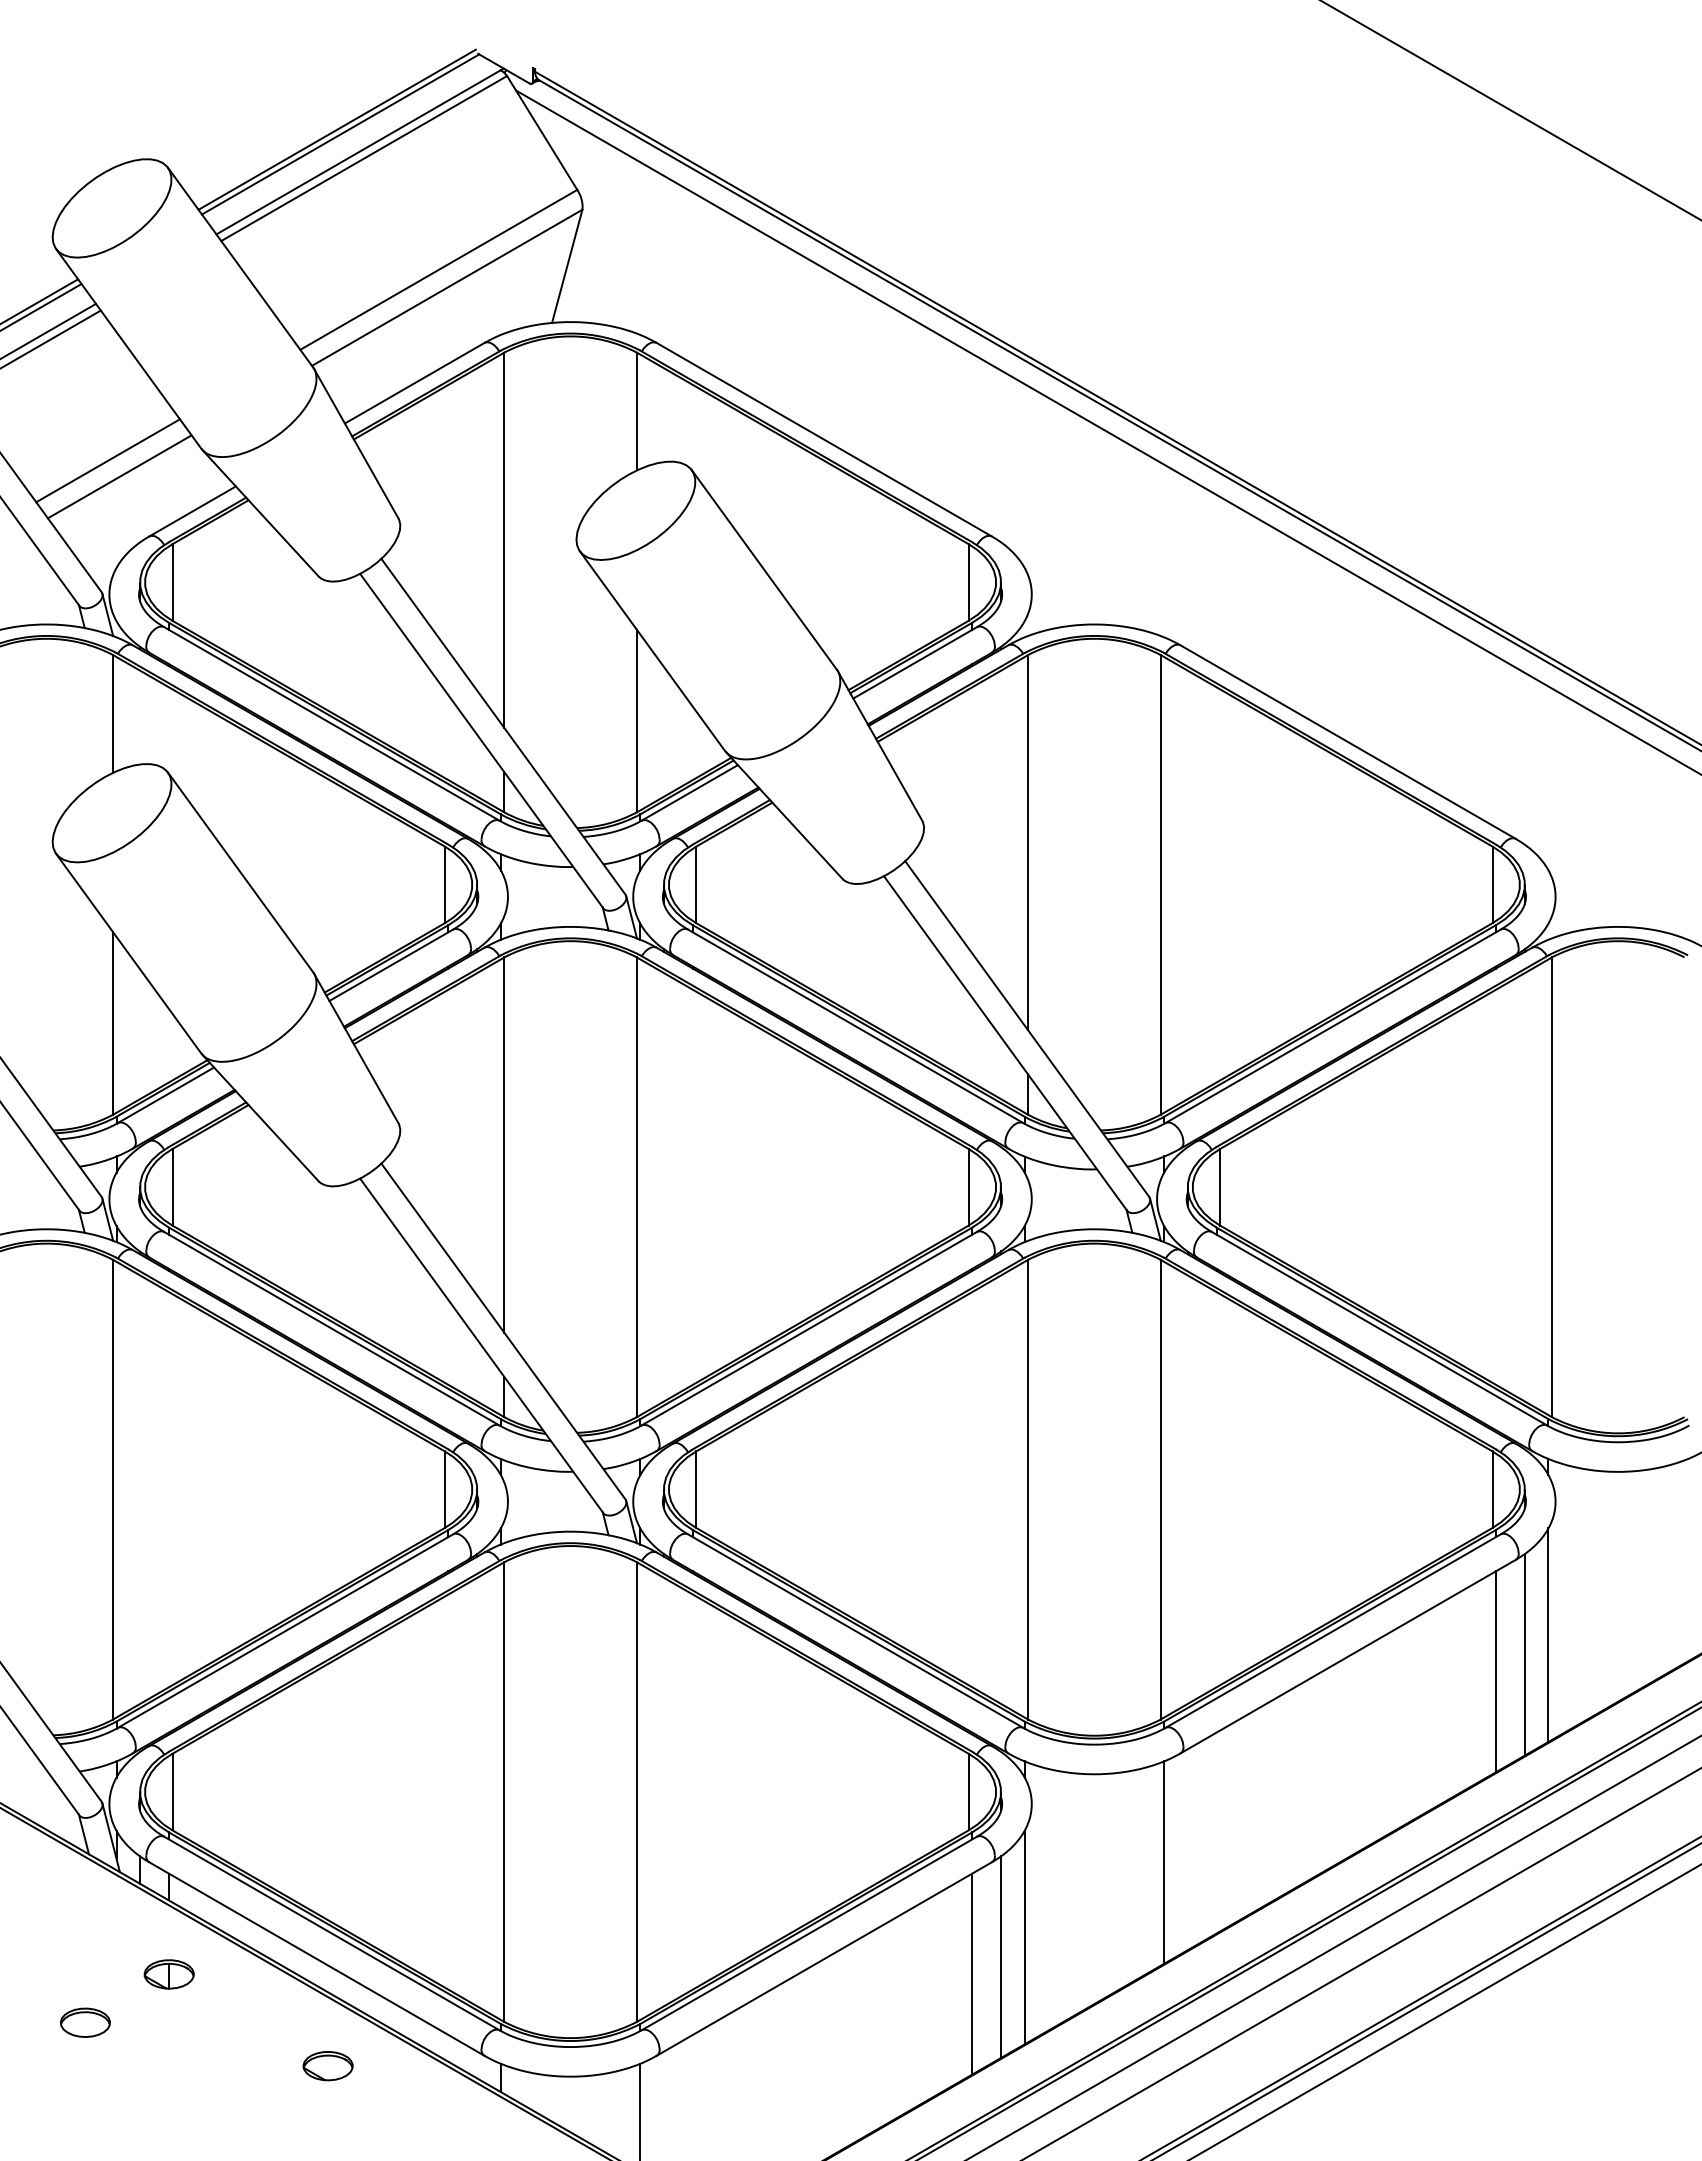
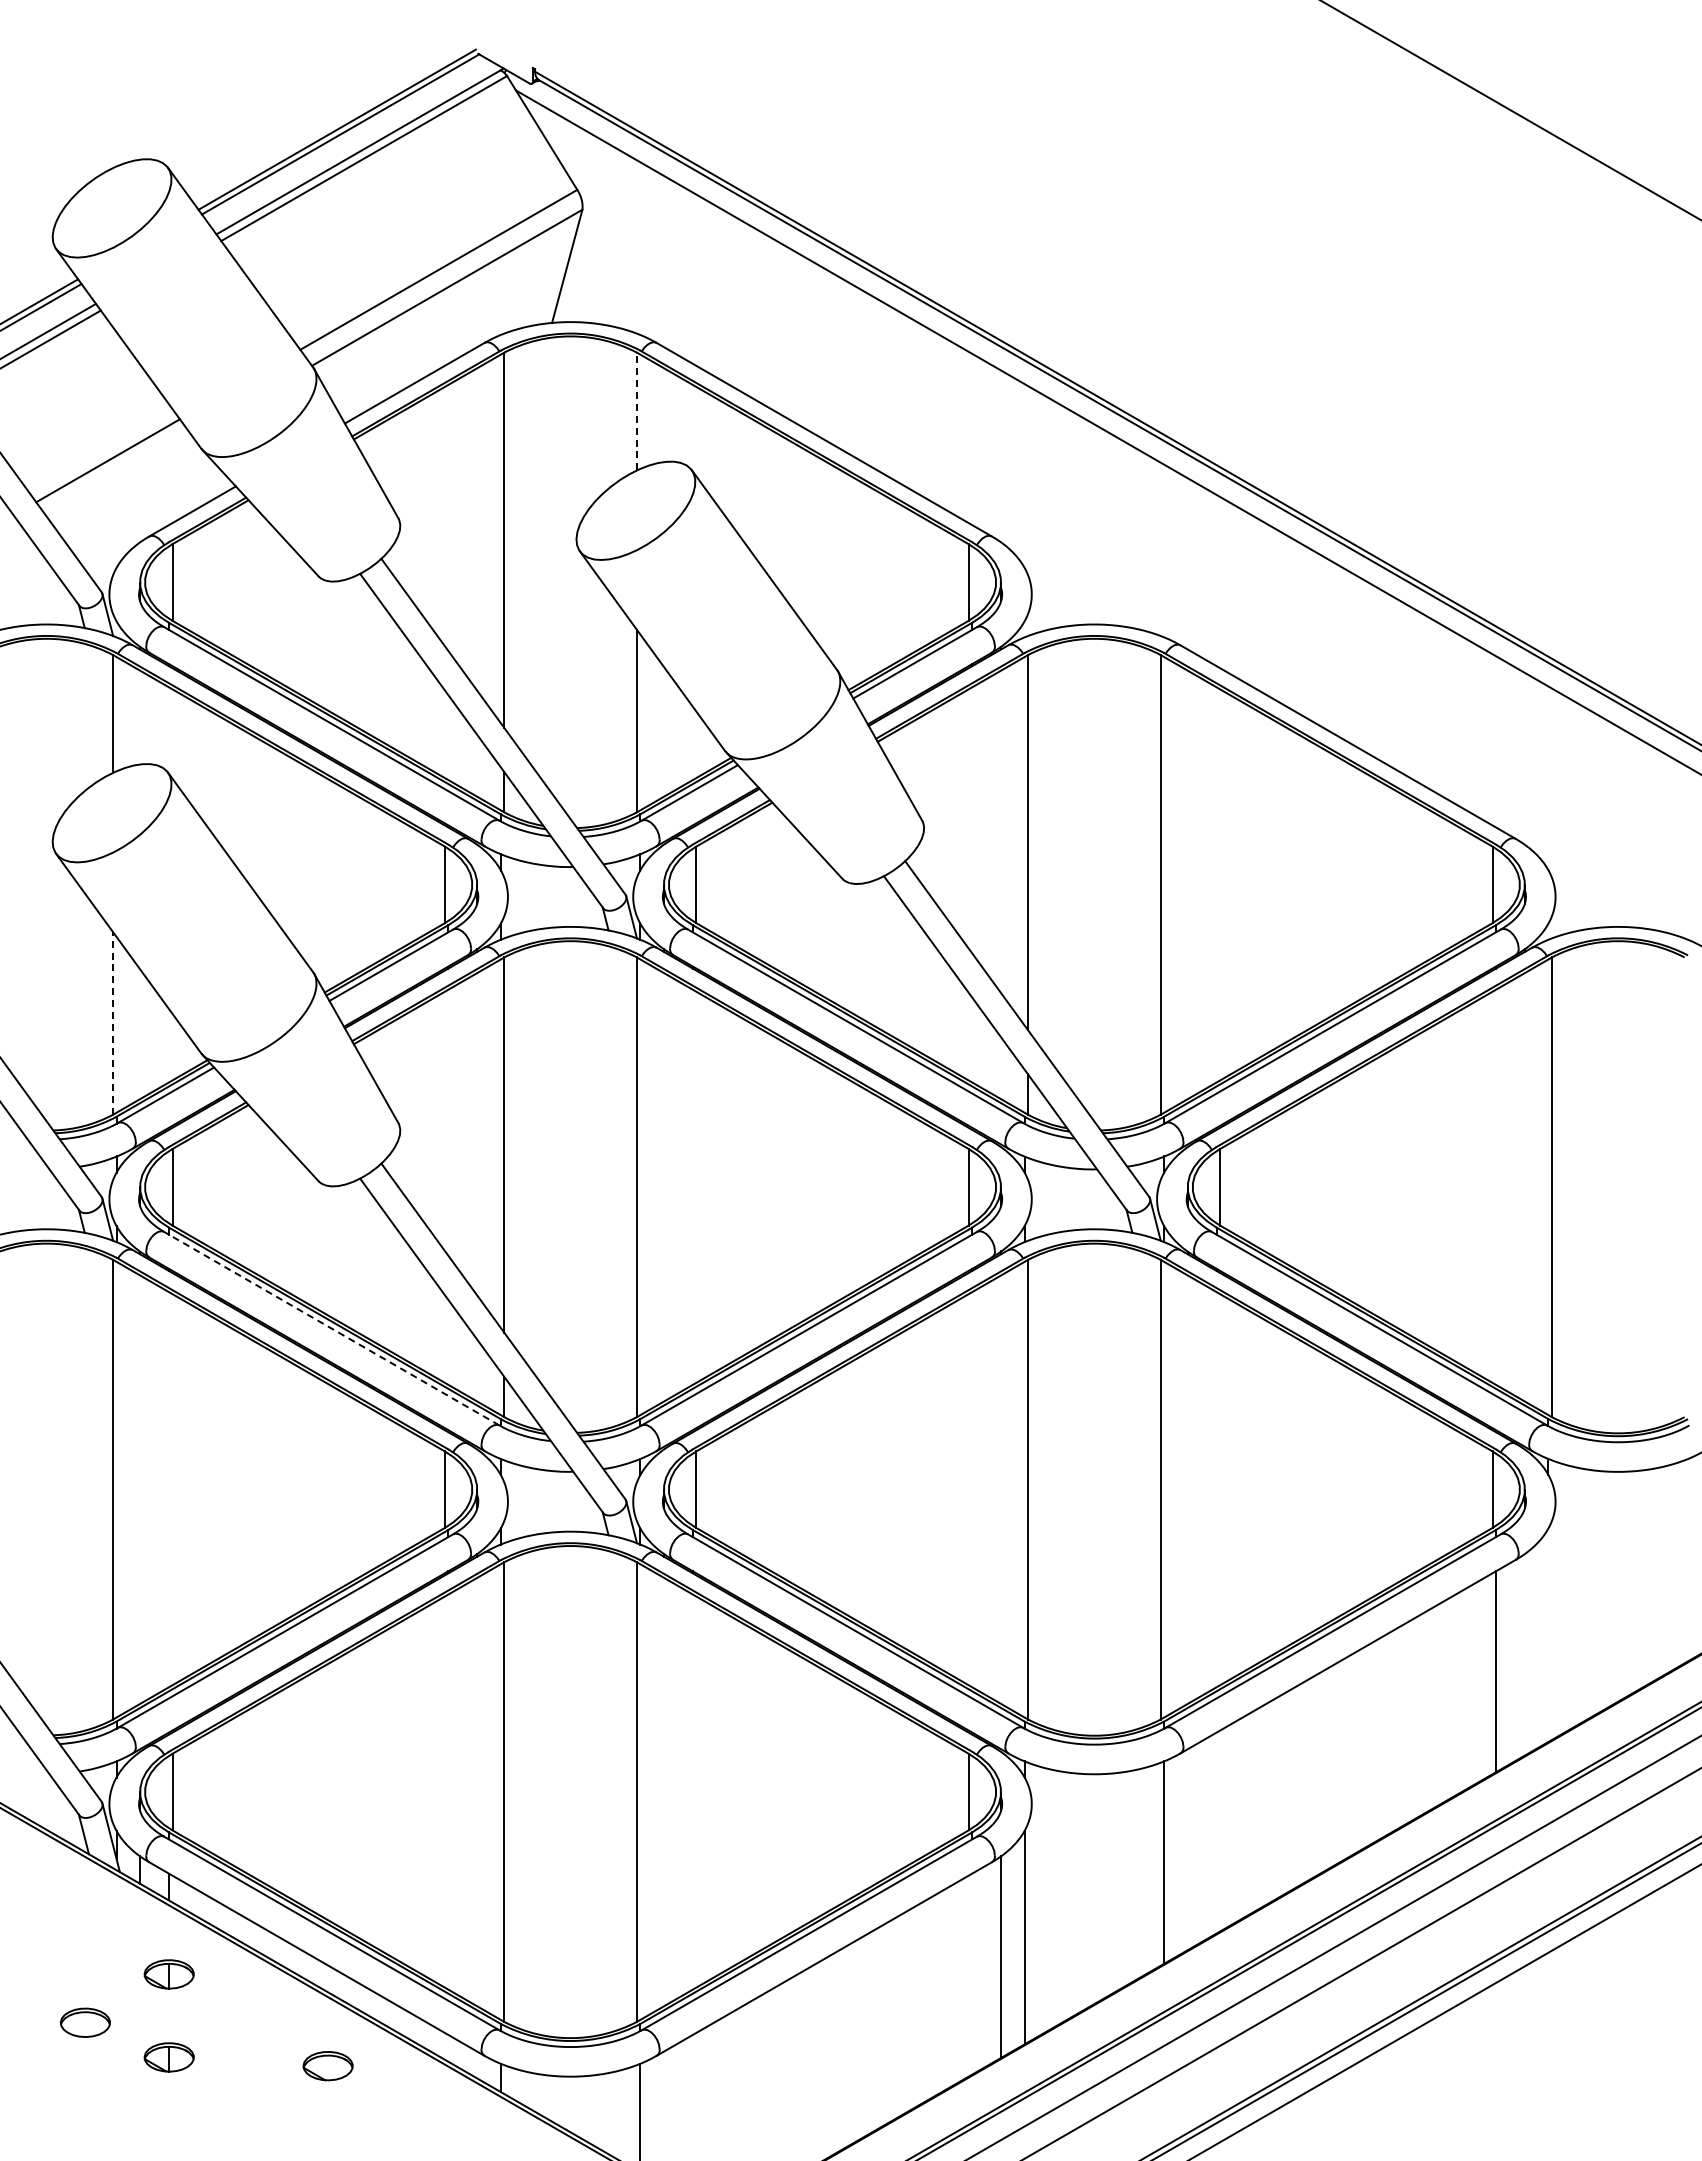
line at (636, 411): solid -> dashed
line at (119, 476): present -> none
line at (113, 1022): solid -> dashed
line at (331, 1328): solid -> dashed
line at (1548, 1635): present -> none
line at (1524, 1654): present -> none
line at (972, 1973): present -> none
part at (168, 2057): none -> present
